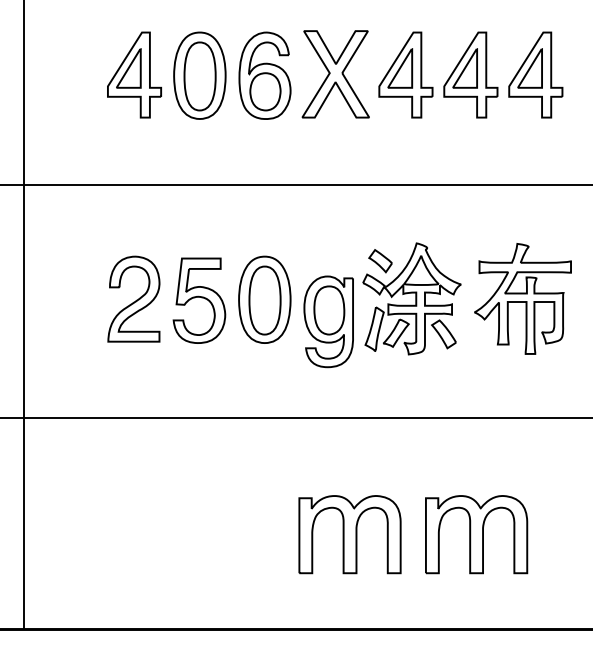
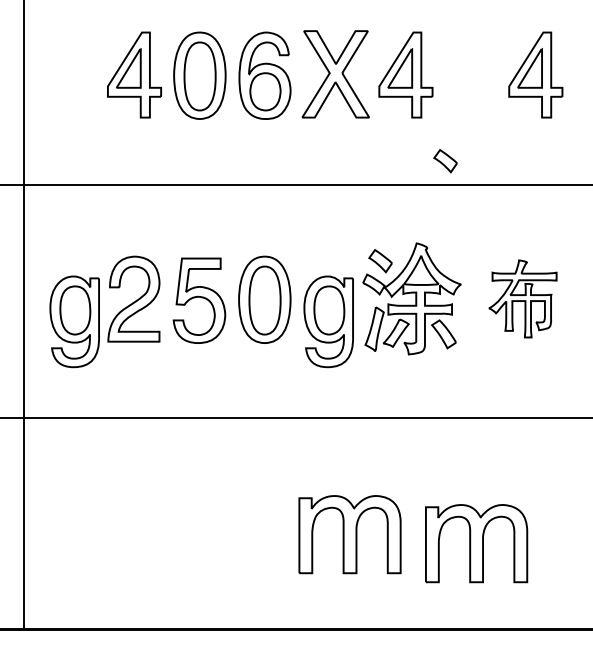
part at (470, 74): present -> none
part at (445, 161): none -> present
part at (522, 298) size: 98x112 px -> 70x80 px
part at (74, 321): none -> present
part at (476, 534) position: (476, 534) -> (476, 543)
